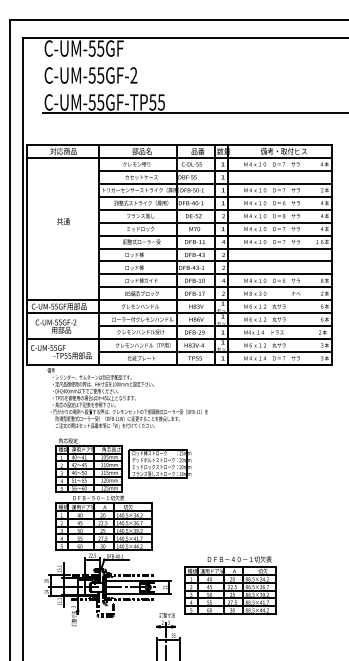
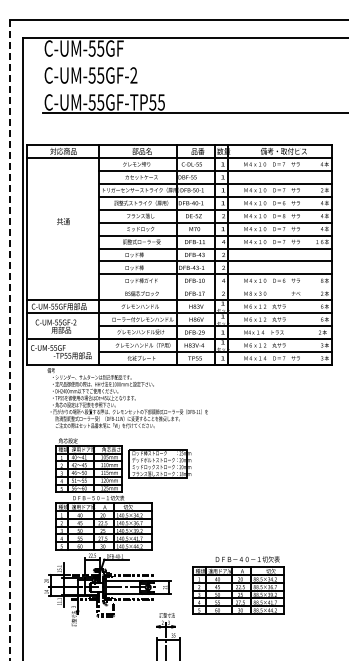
line at (215, 287): present -> none
line at (10, 340): solid -> dashed
part at (230, 585) position: (230, 585) -> (238, 585)
